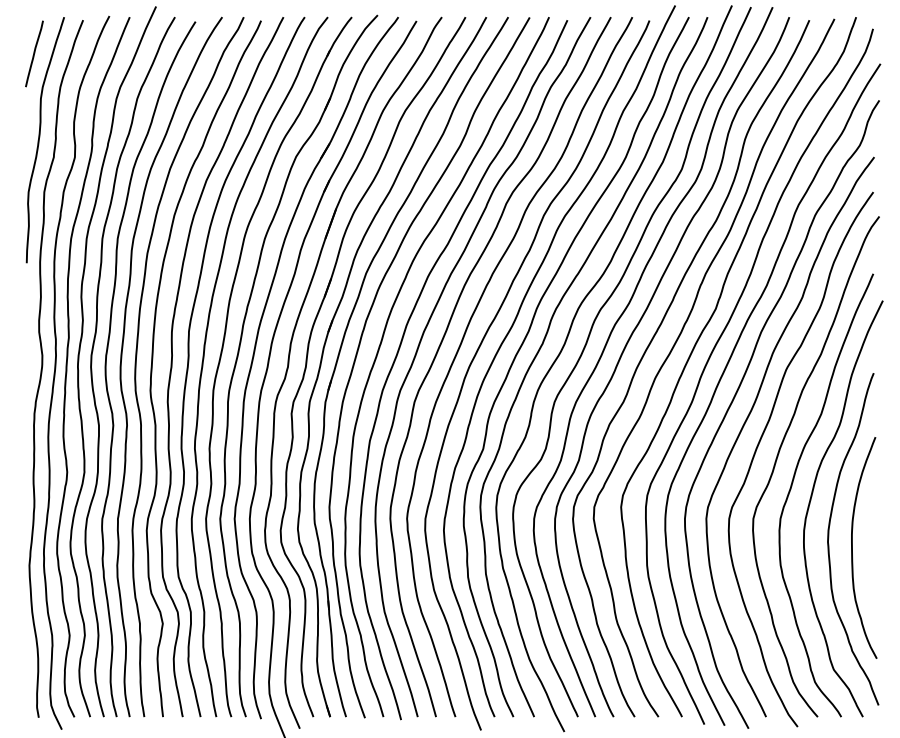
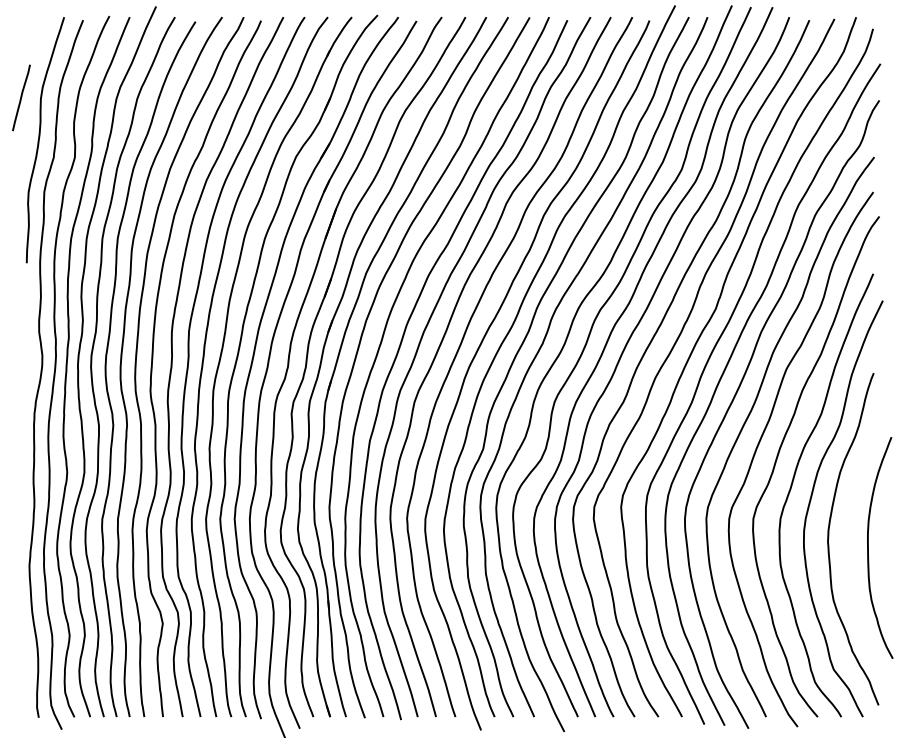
line at (34, 53) position: (34, 53) -> (21, 97)
curve at (852, 547) position: (852, 547) -> (868, 547)
